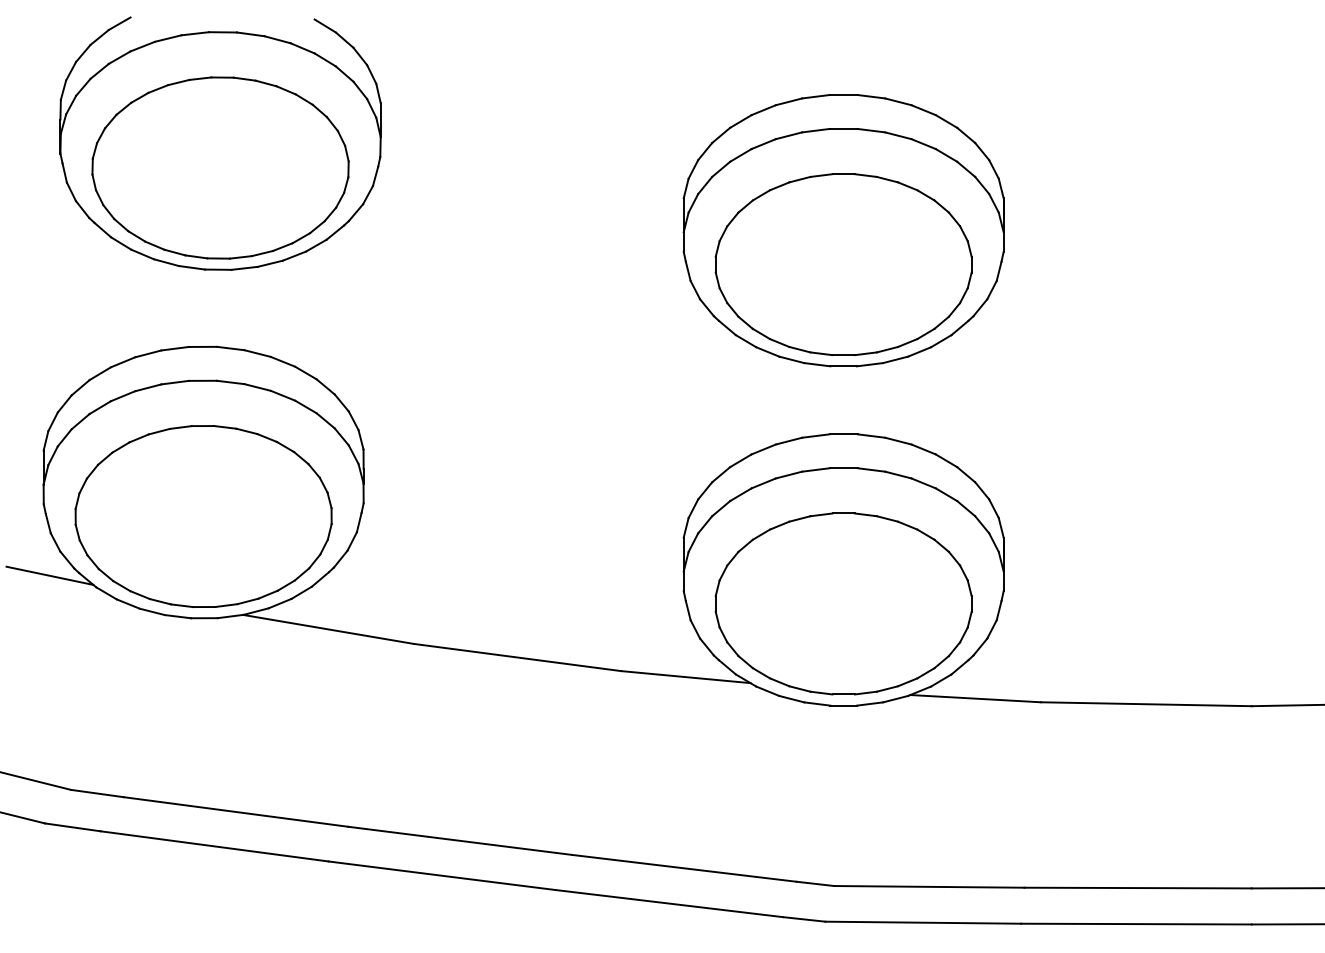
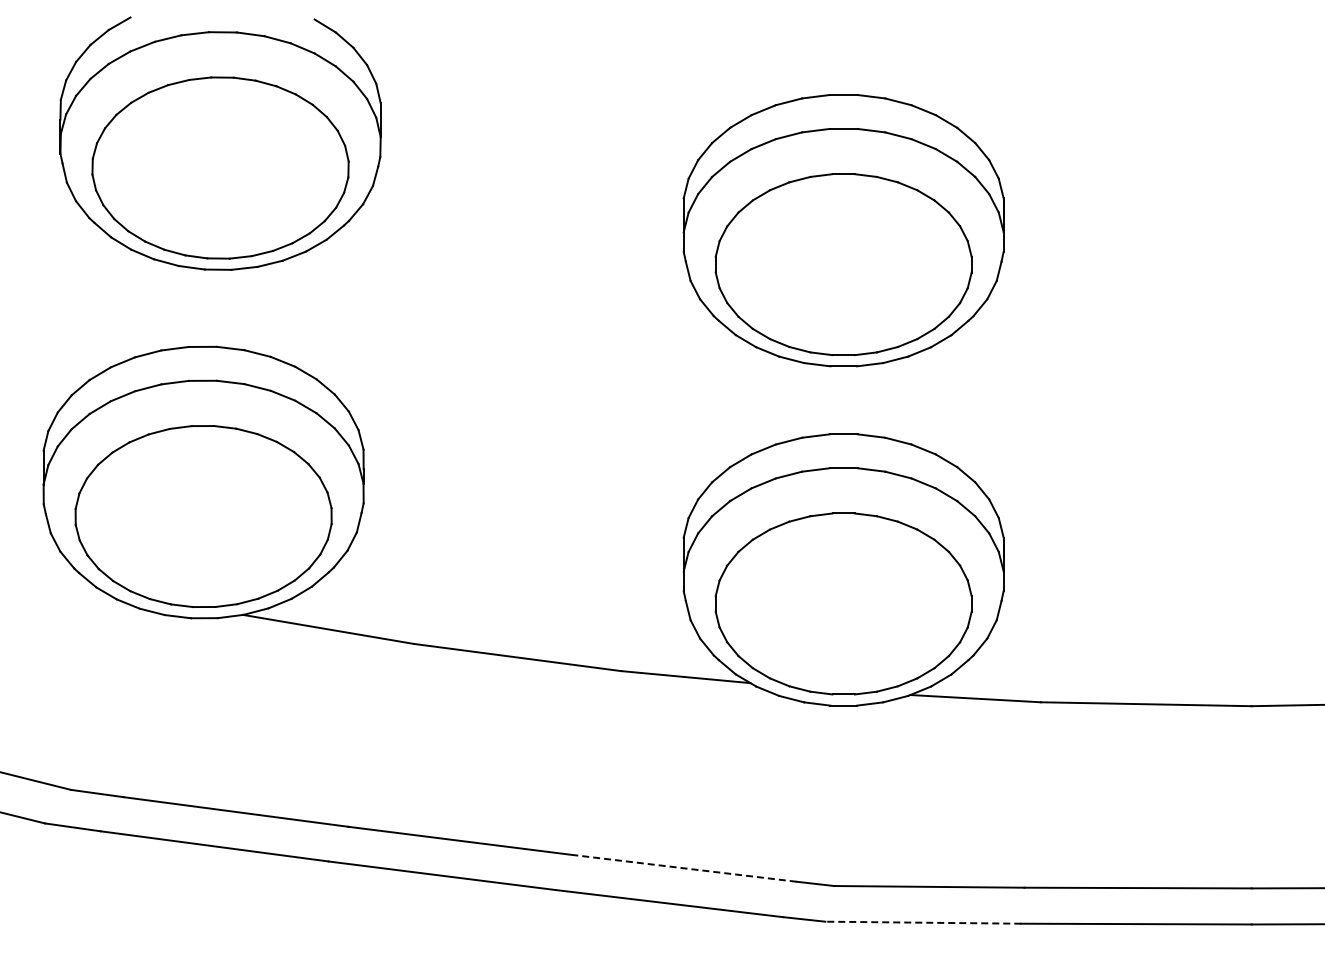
line at (49, 575): present -> none
line at (684, 868): solid -> dashed
line at (923, 922): solid -> dashed
